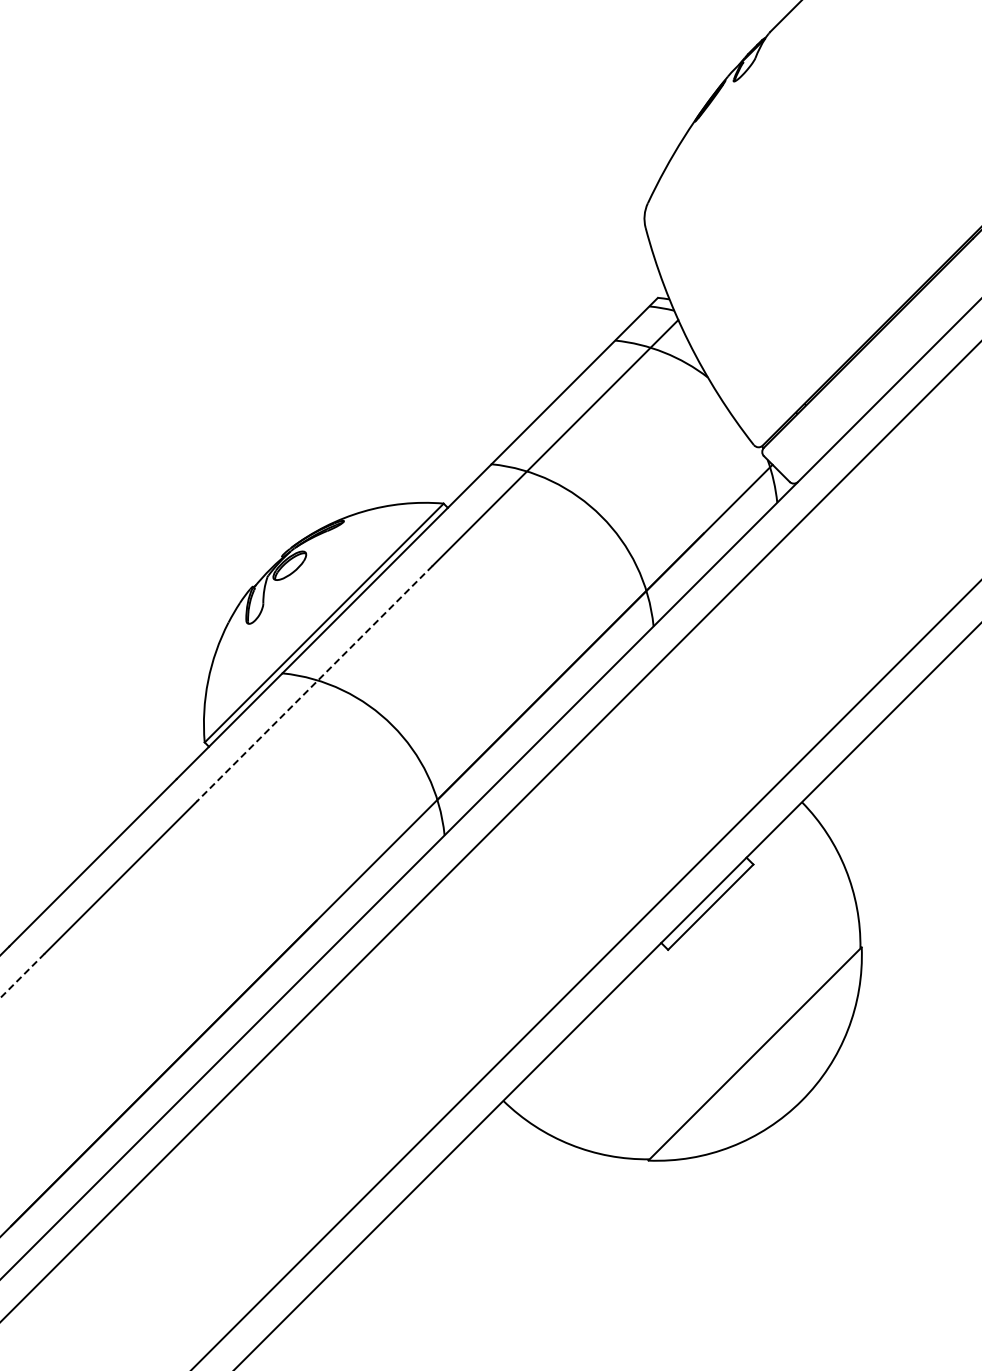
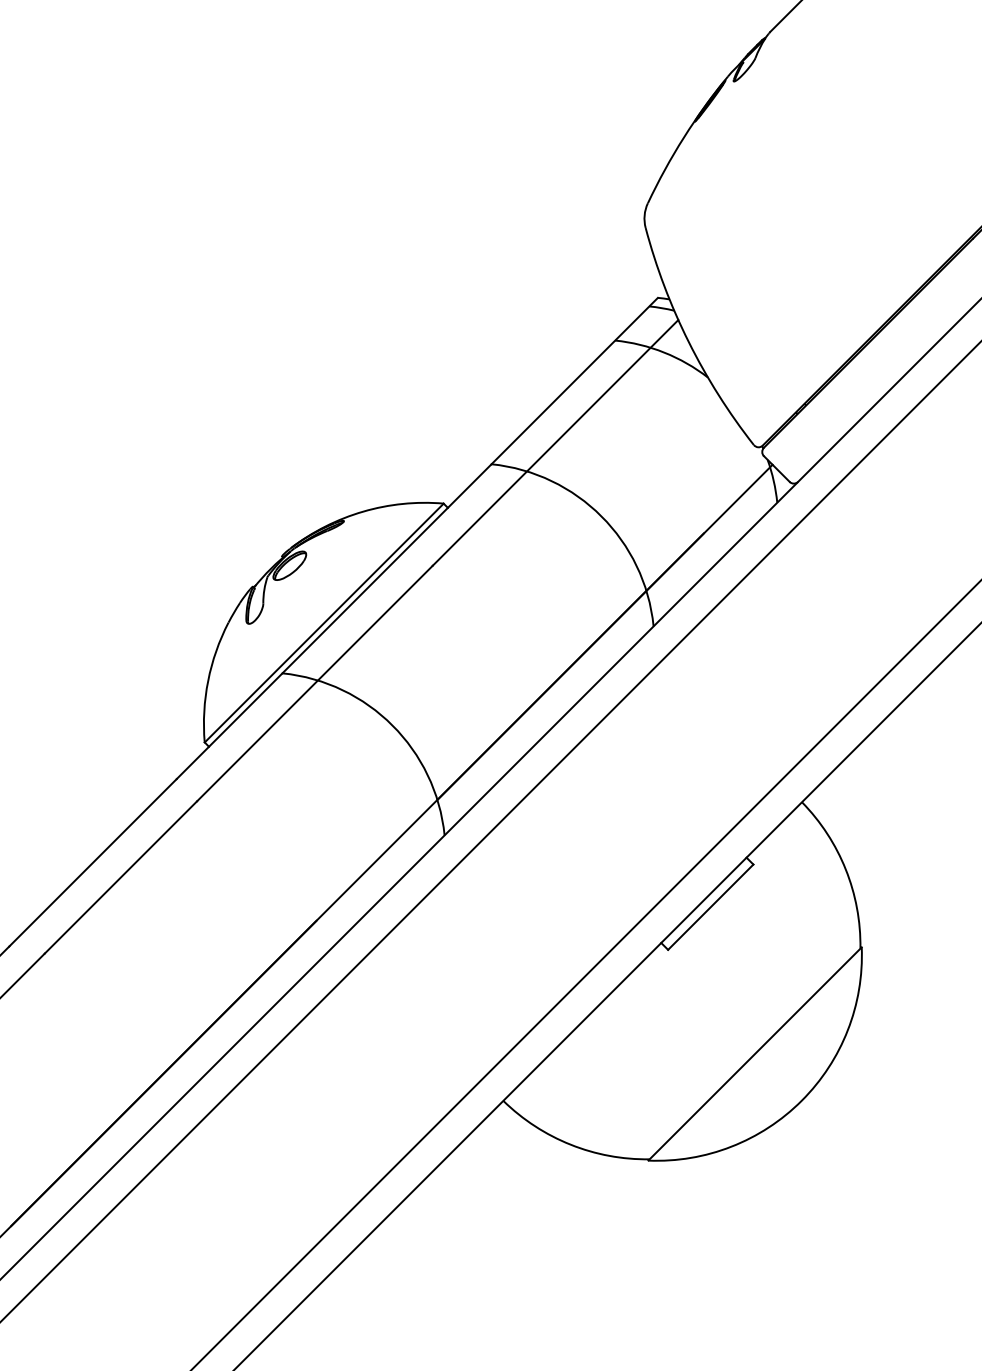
line at (314, 683): dashed -> solid
line at (22, 976): dashed -> solid
